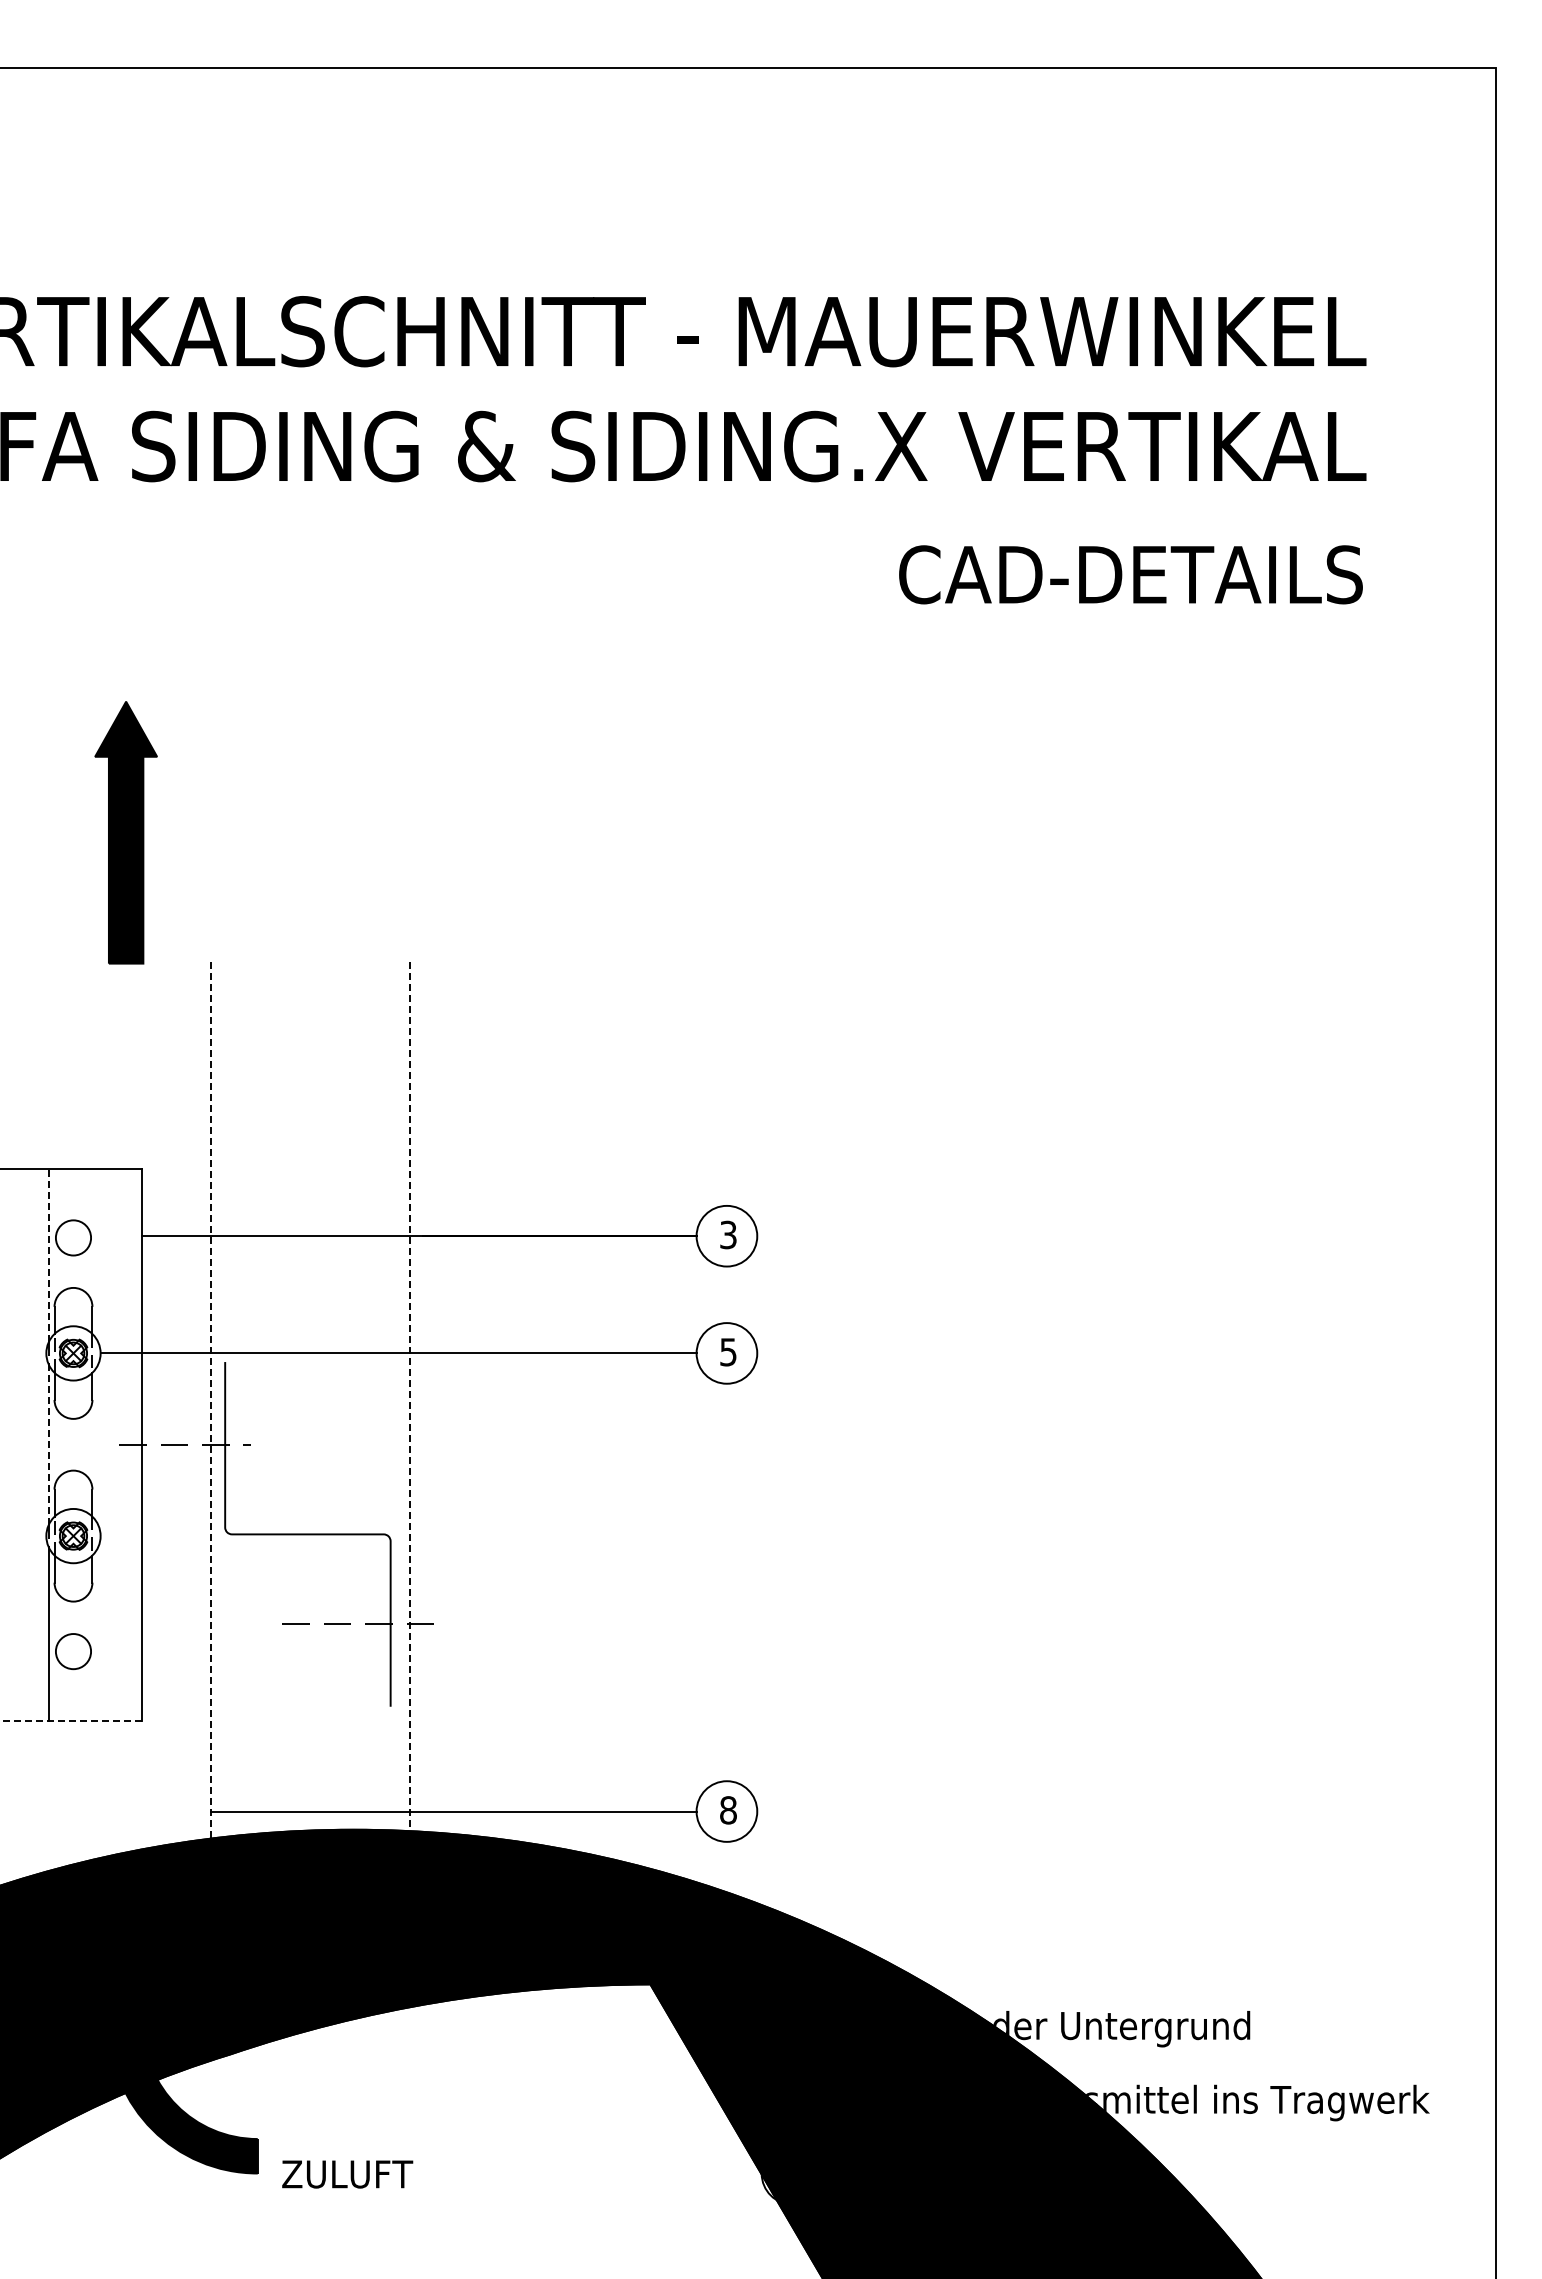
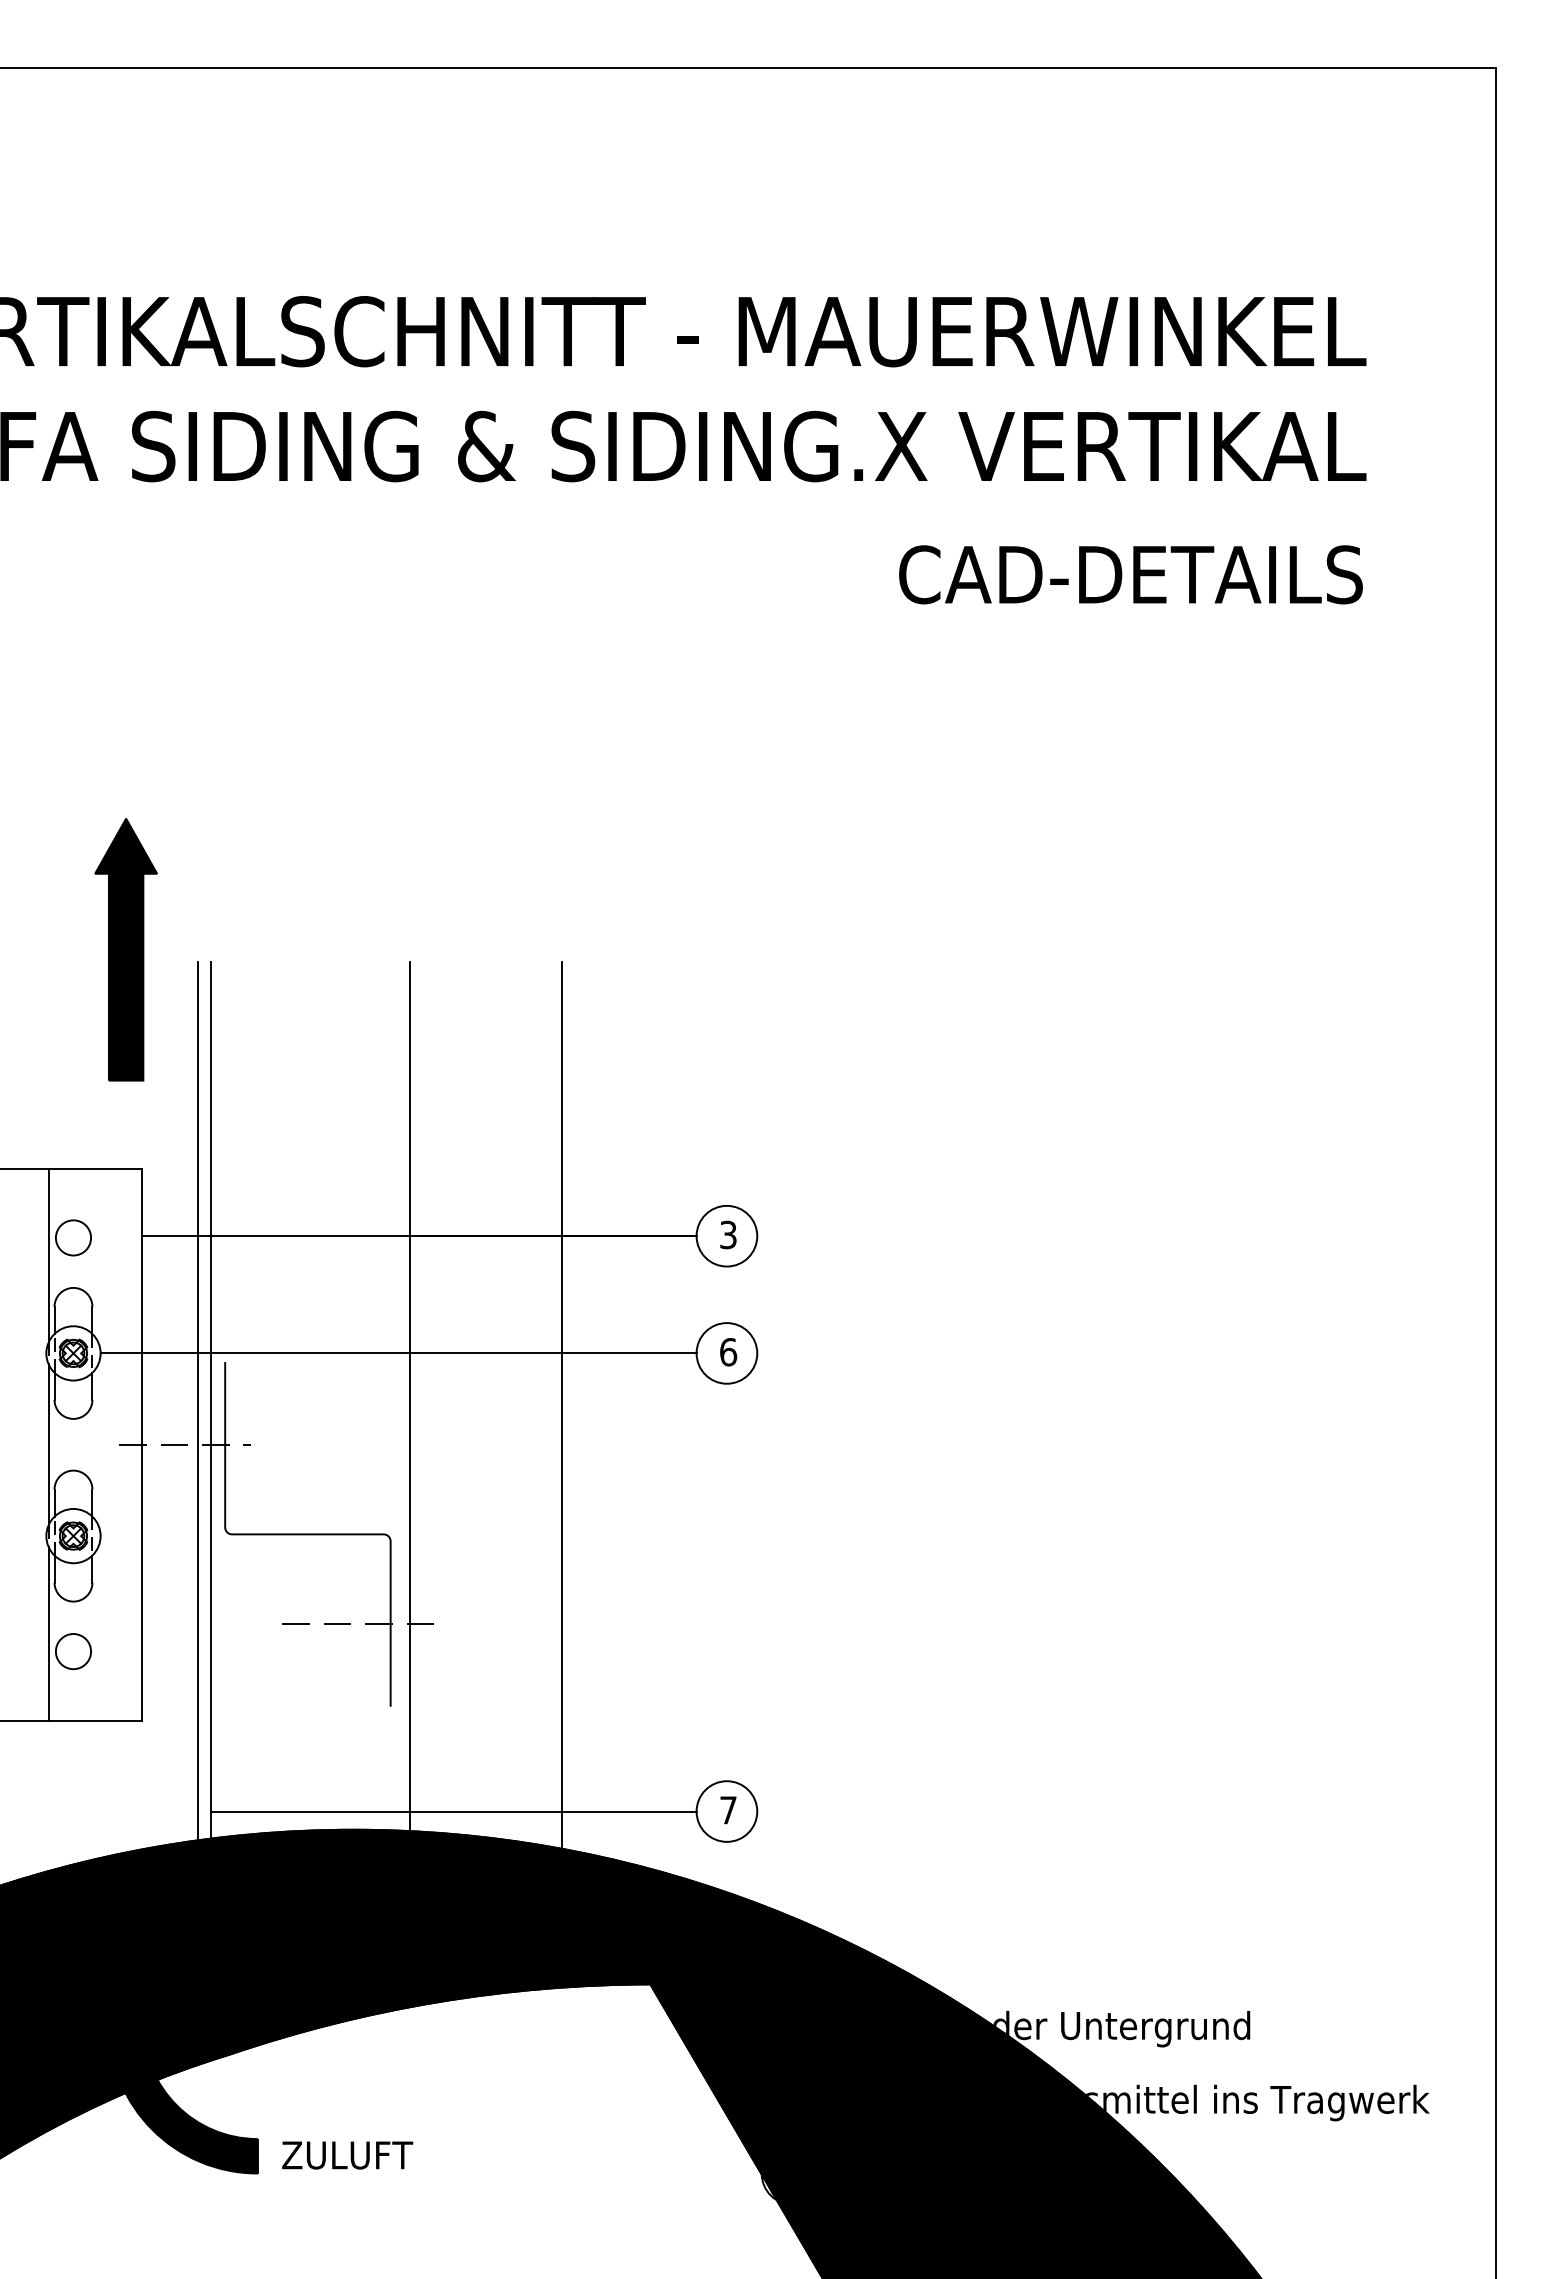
part at (125, 832) position: (125, 832) -> (125, 949)
line at (48, 1255): dashed -> solid
text at (728, 1352): 5 -> 6
line at (48, 1444): dashed -> solid
line at (197, 1444): none -> present
line at (211, 1444): dashed -> solid
line at (409, 1444): dashed -> solid
line at (561, 1444): none -> present
line at (71, 1720): dashed -> solid
text at (728, 1810): 8 -> 7
text at (347, 2174) position: (347, 2174) -> (347, 2155)
